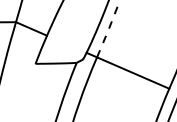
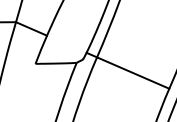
arc at (108, 28): dashed -> solid
